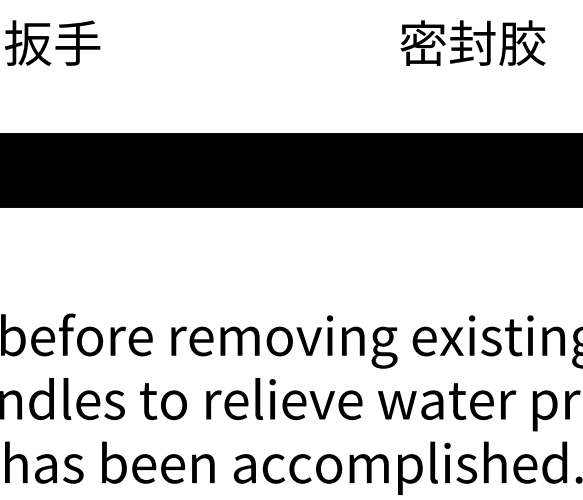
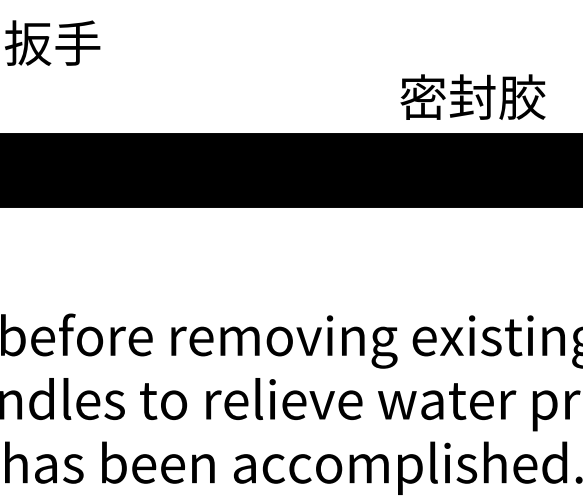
text at (472, 42) position: (472, 42) -> (472, 96)
